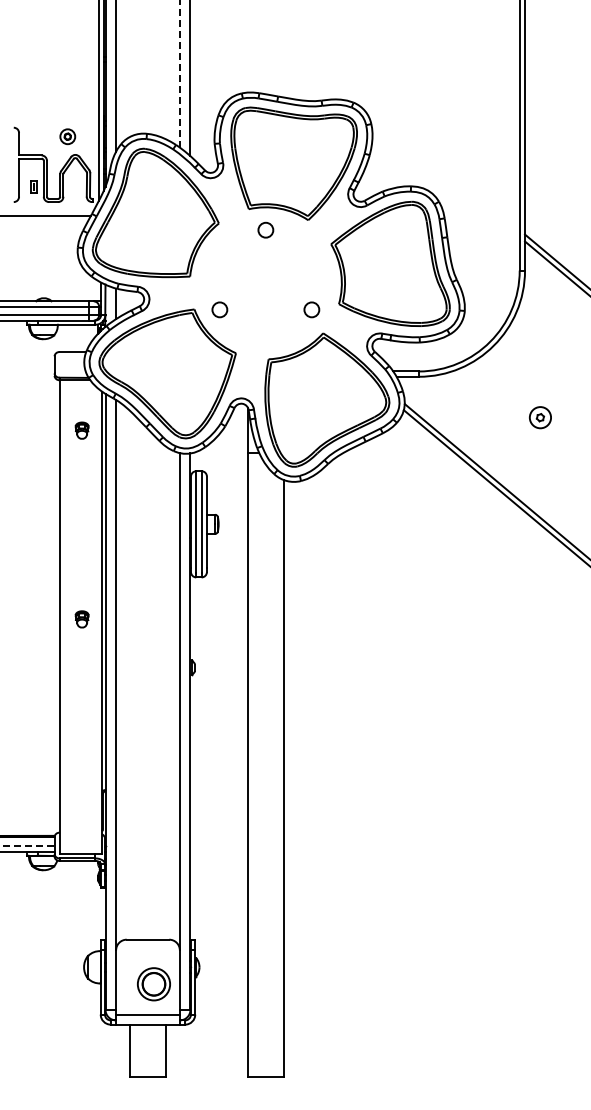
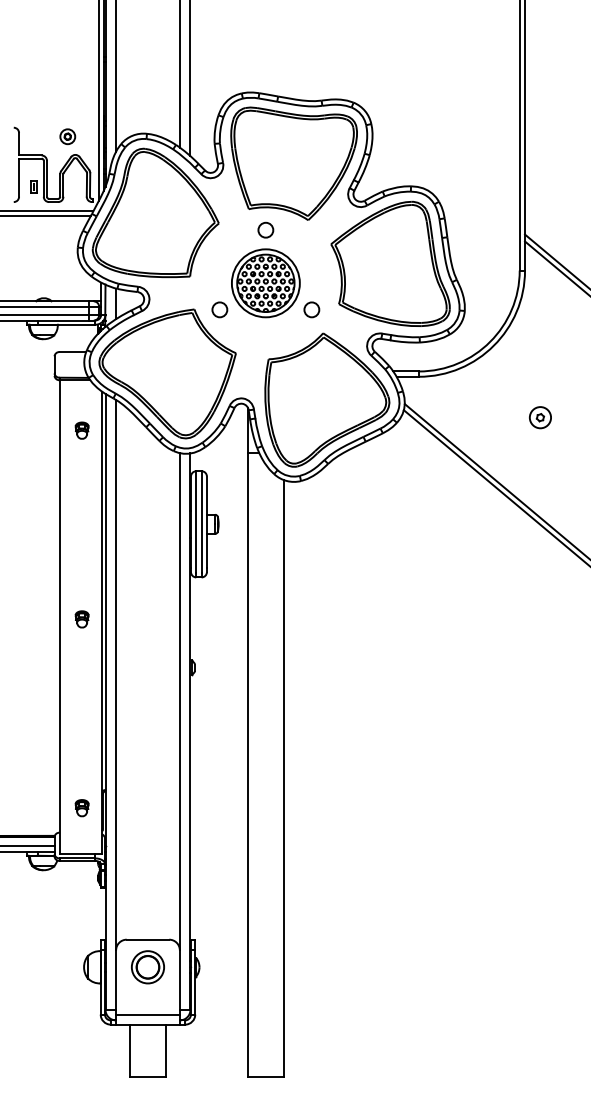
line at (179, 74): dashed -> solid
line at (47, 211): none -> present
part at (265, 283): none -> present
part at (81, 808): none -> present
line at (27, 846): dashed -> solid
part at (153, 984) position: (153, 984) -> (147, 967)
